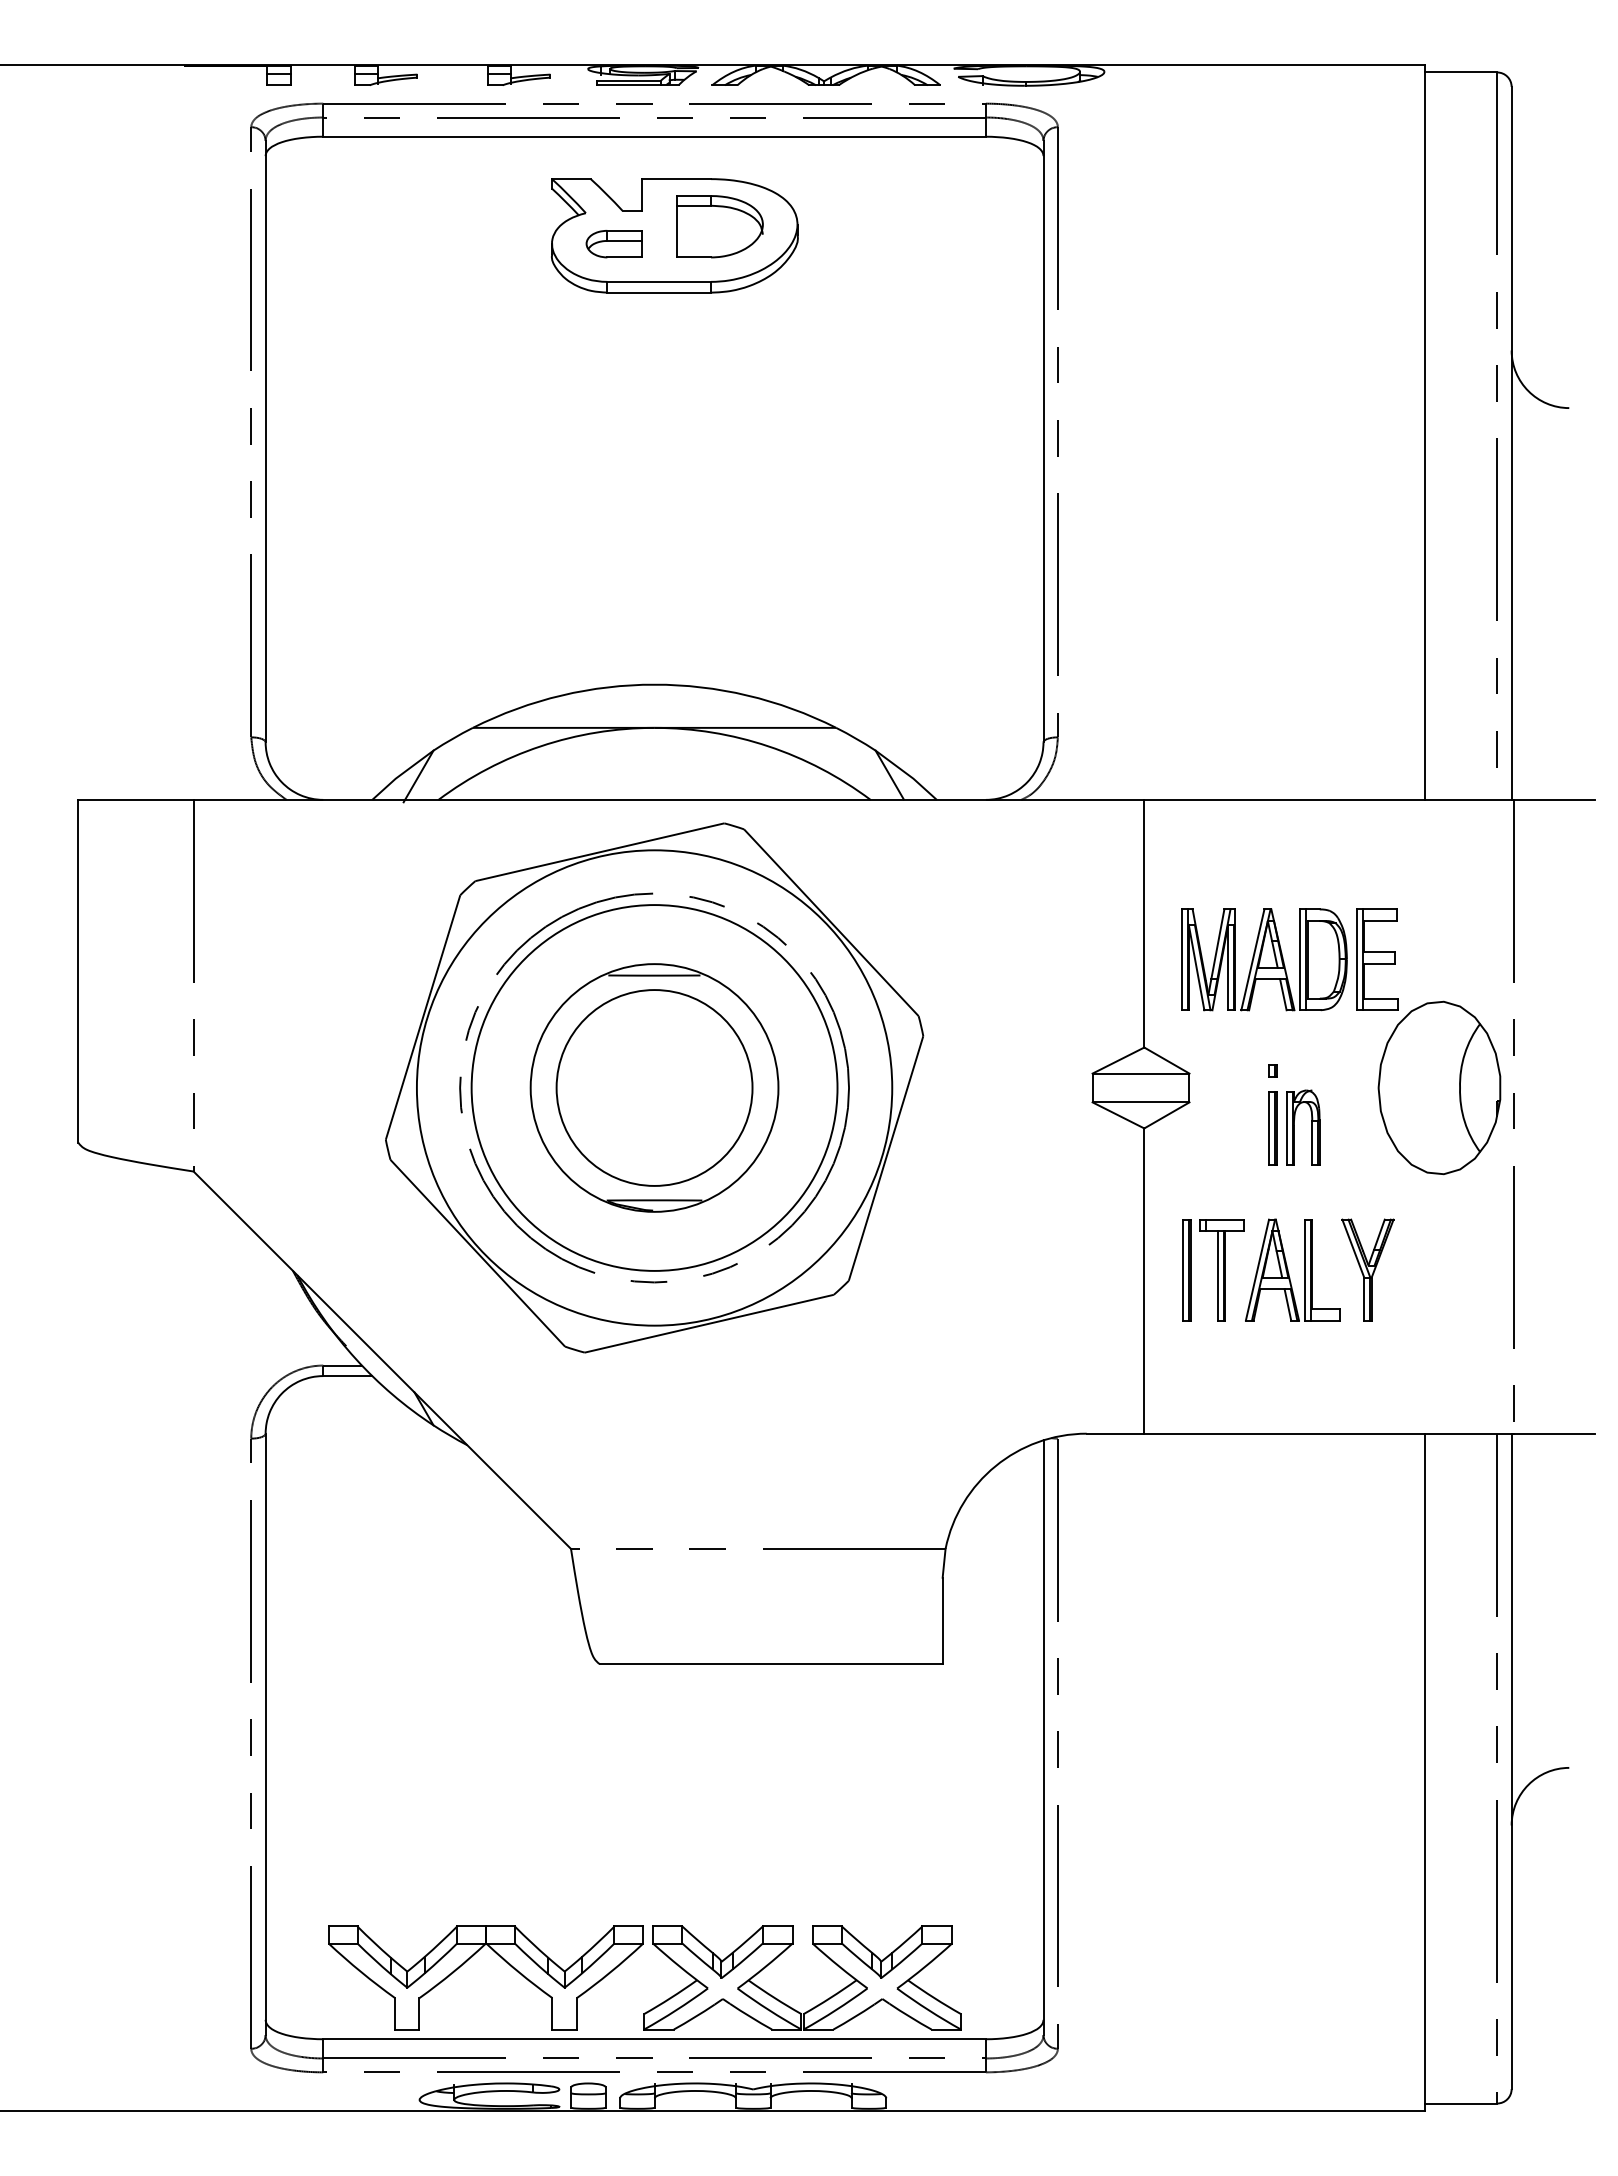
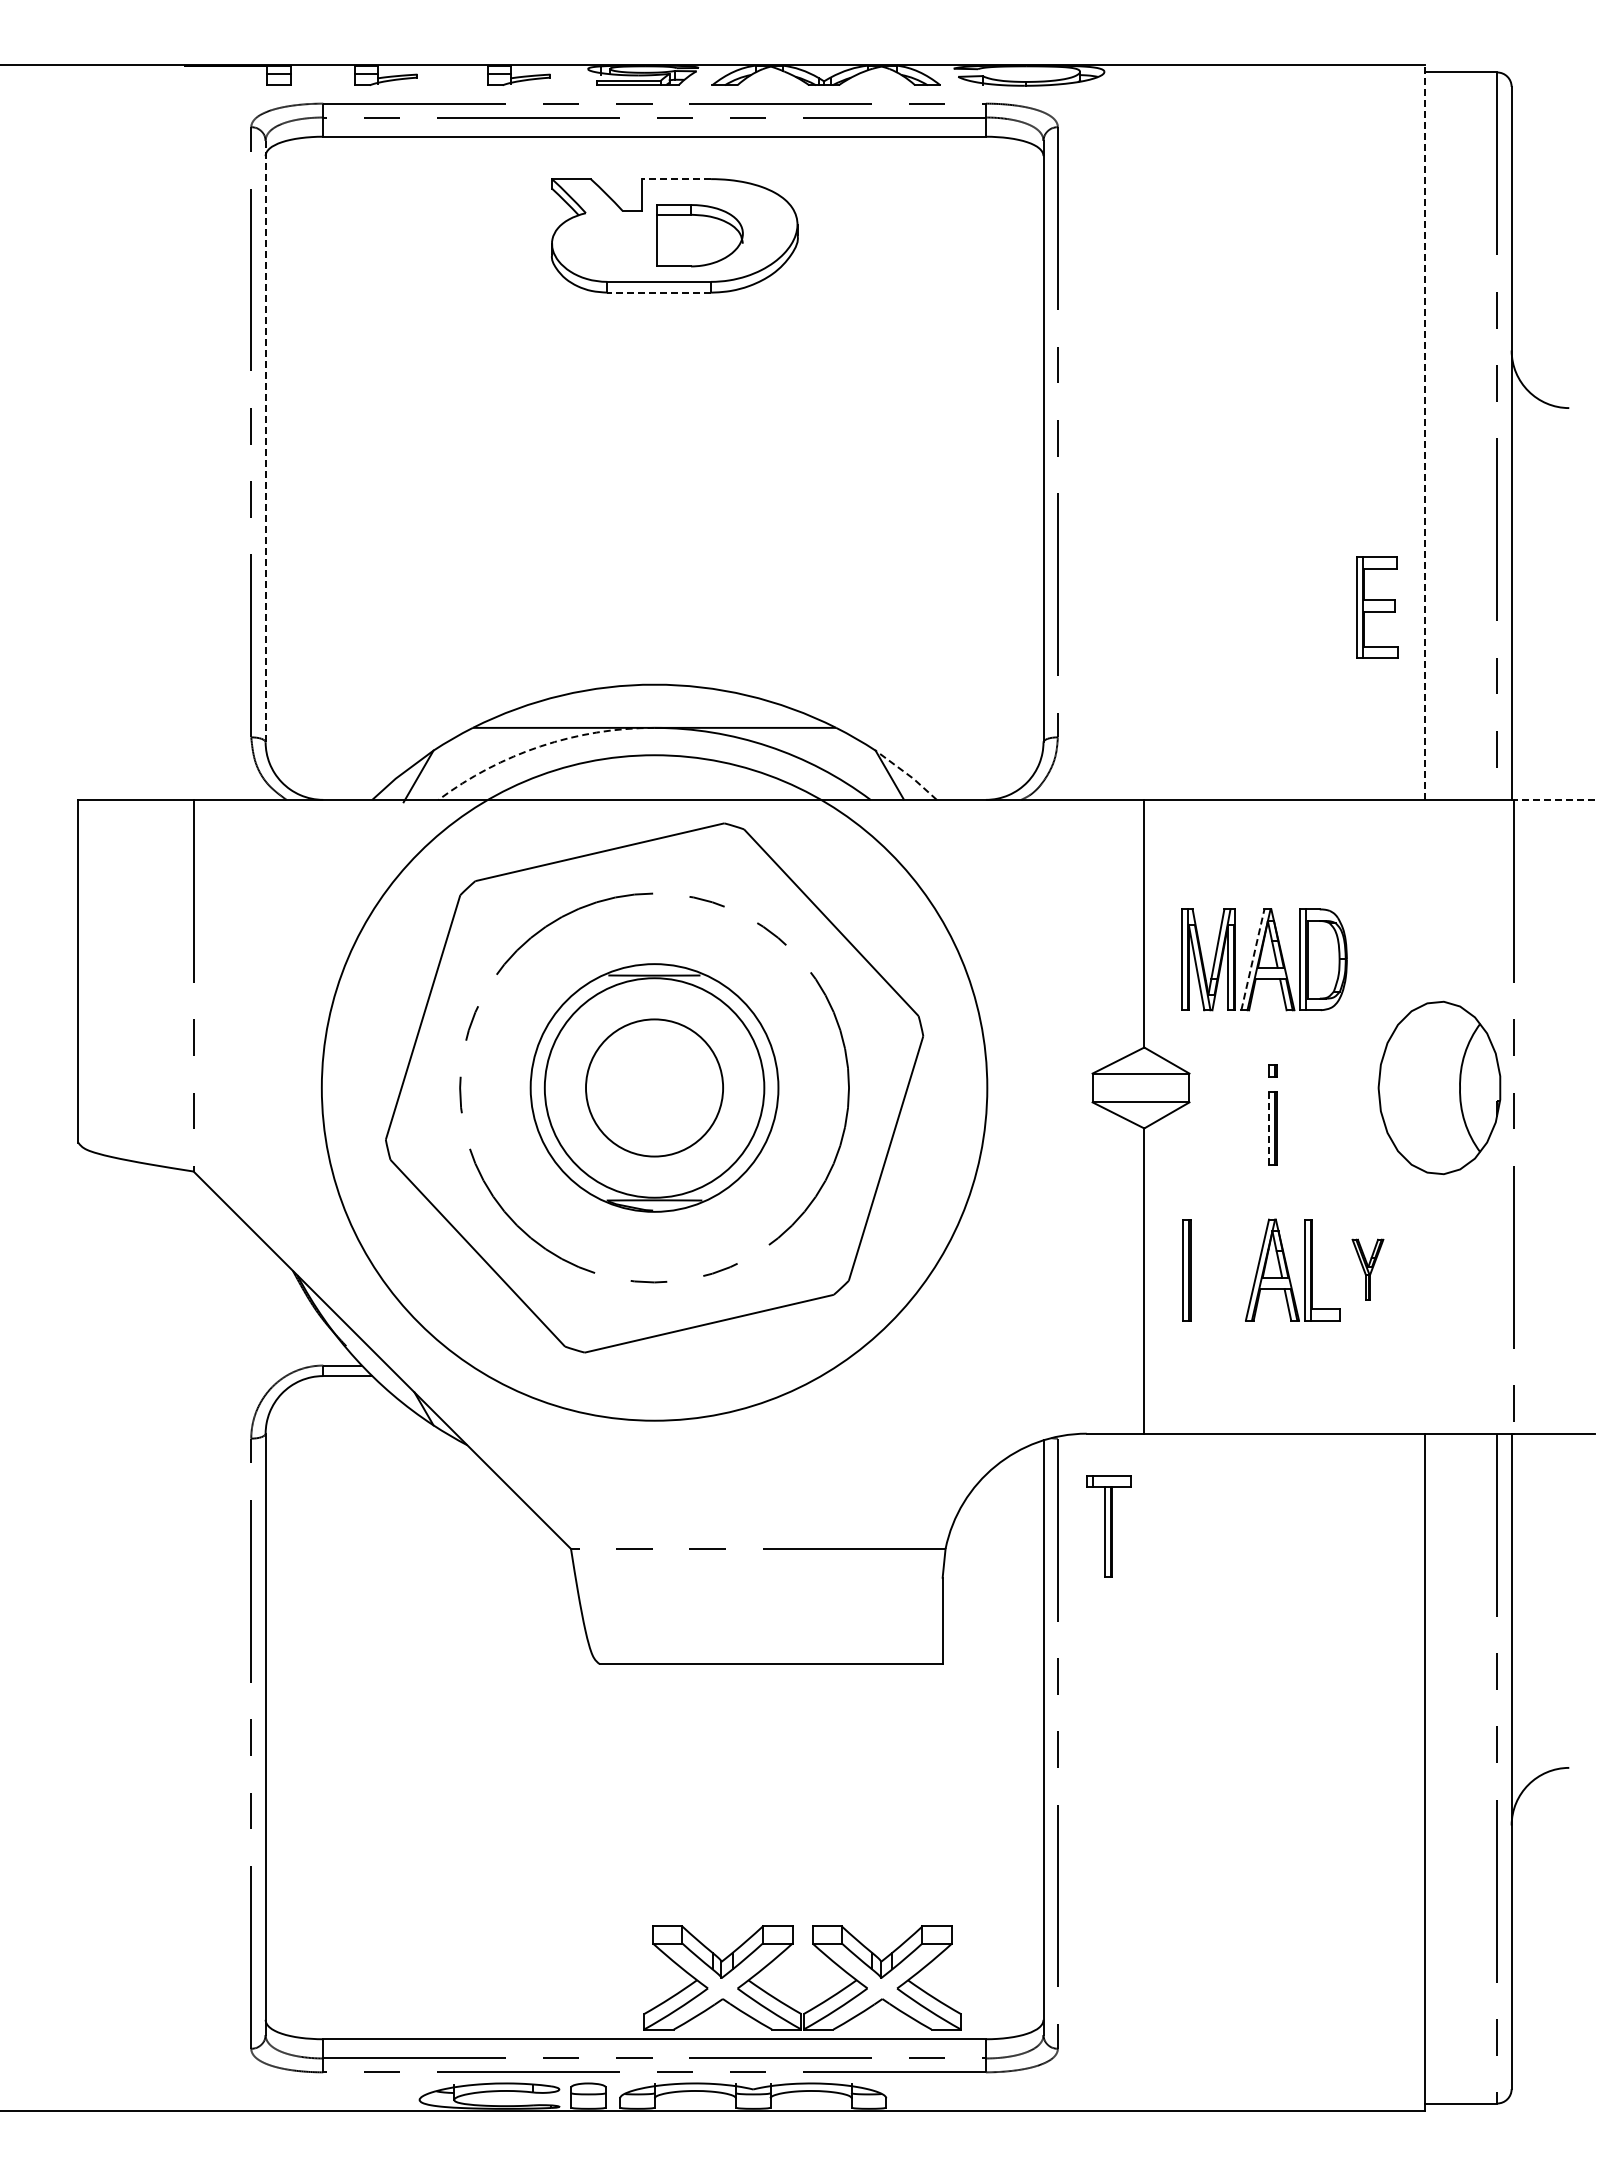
line at (676, 179): solid -> dashed
part at (719, 226) position: (719, 226) -> (699, 235)
part at (613, 244): present -> none
line at (659, 292): solid -> dashed
line at (1425, 432): solid -> dashed
line at (265, 441): solid -> dashed
arc at (540, 746): solid -> dashed
line at (907, 774): solid -> dashed
line at (1554, 799): solid -> dashed
line at (1252, 959): solid -> dashed
part at (1377, 959) position: (1377, 959) -> (1377, 607)
circle at (654, 1087) diameter: 196 px -> 137 px
circle at (654, 1087) diameter: 366 px -> 220 px
circle at (654, 1087) diameter: 475 px -> 665 px
part at (1311, 1127): present -> none
line at (1269, 1128): solid -> dashed
part at (1367, 1269) size: 54x104 px -> 34x63 px
part at (1221, 1270) position: (1221, 1270) -> (1108, 1526)
part at (468, 1960): present -> none
